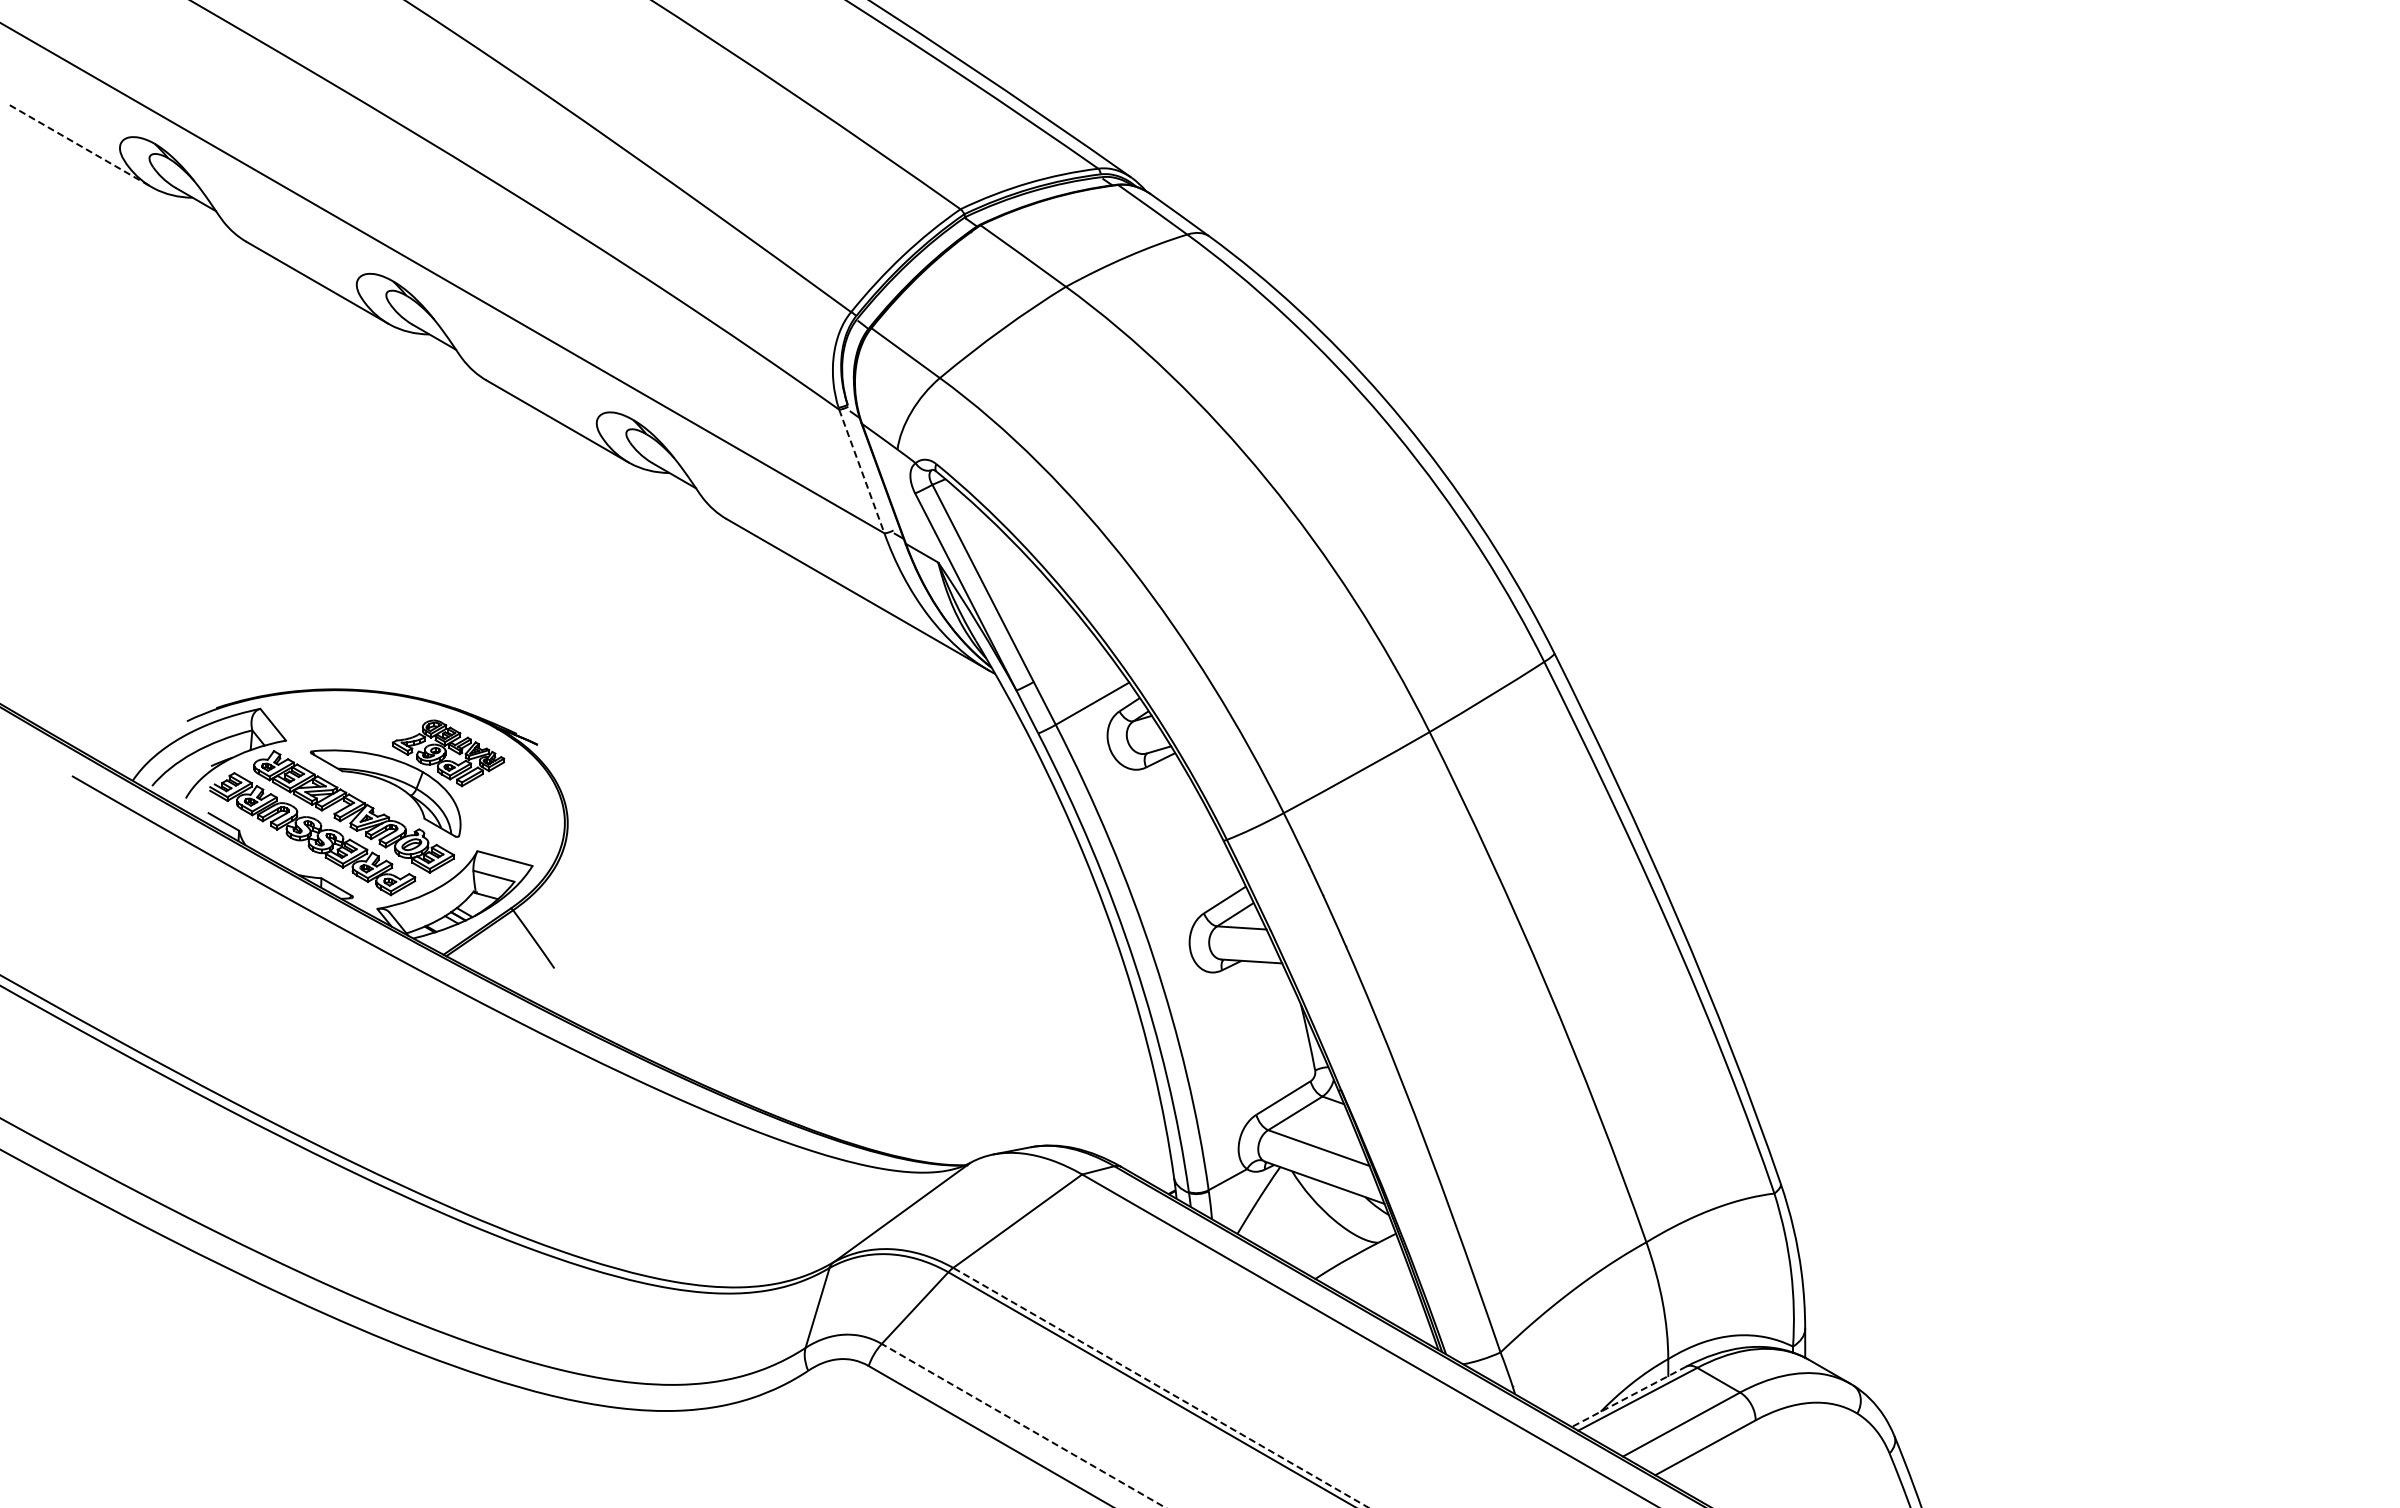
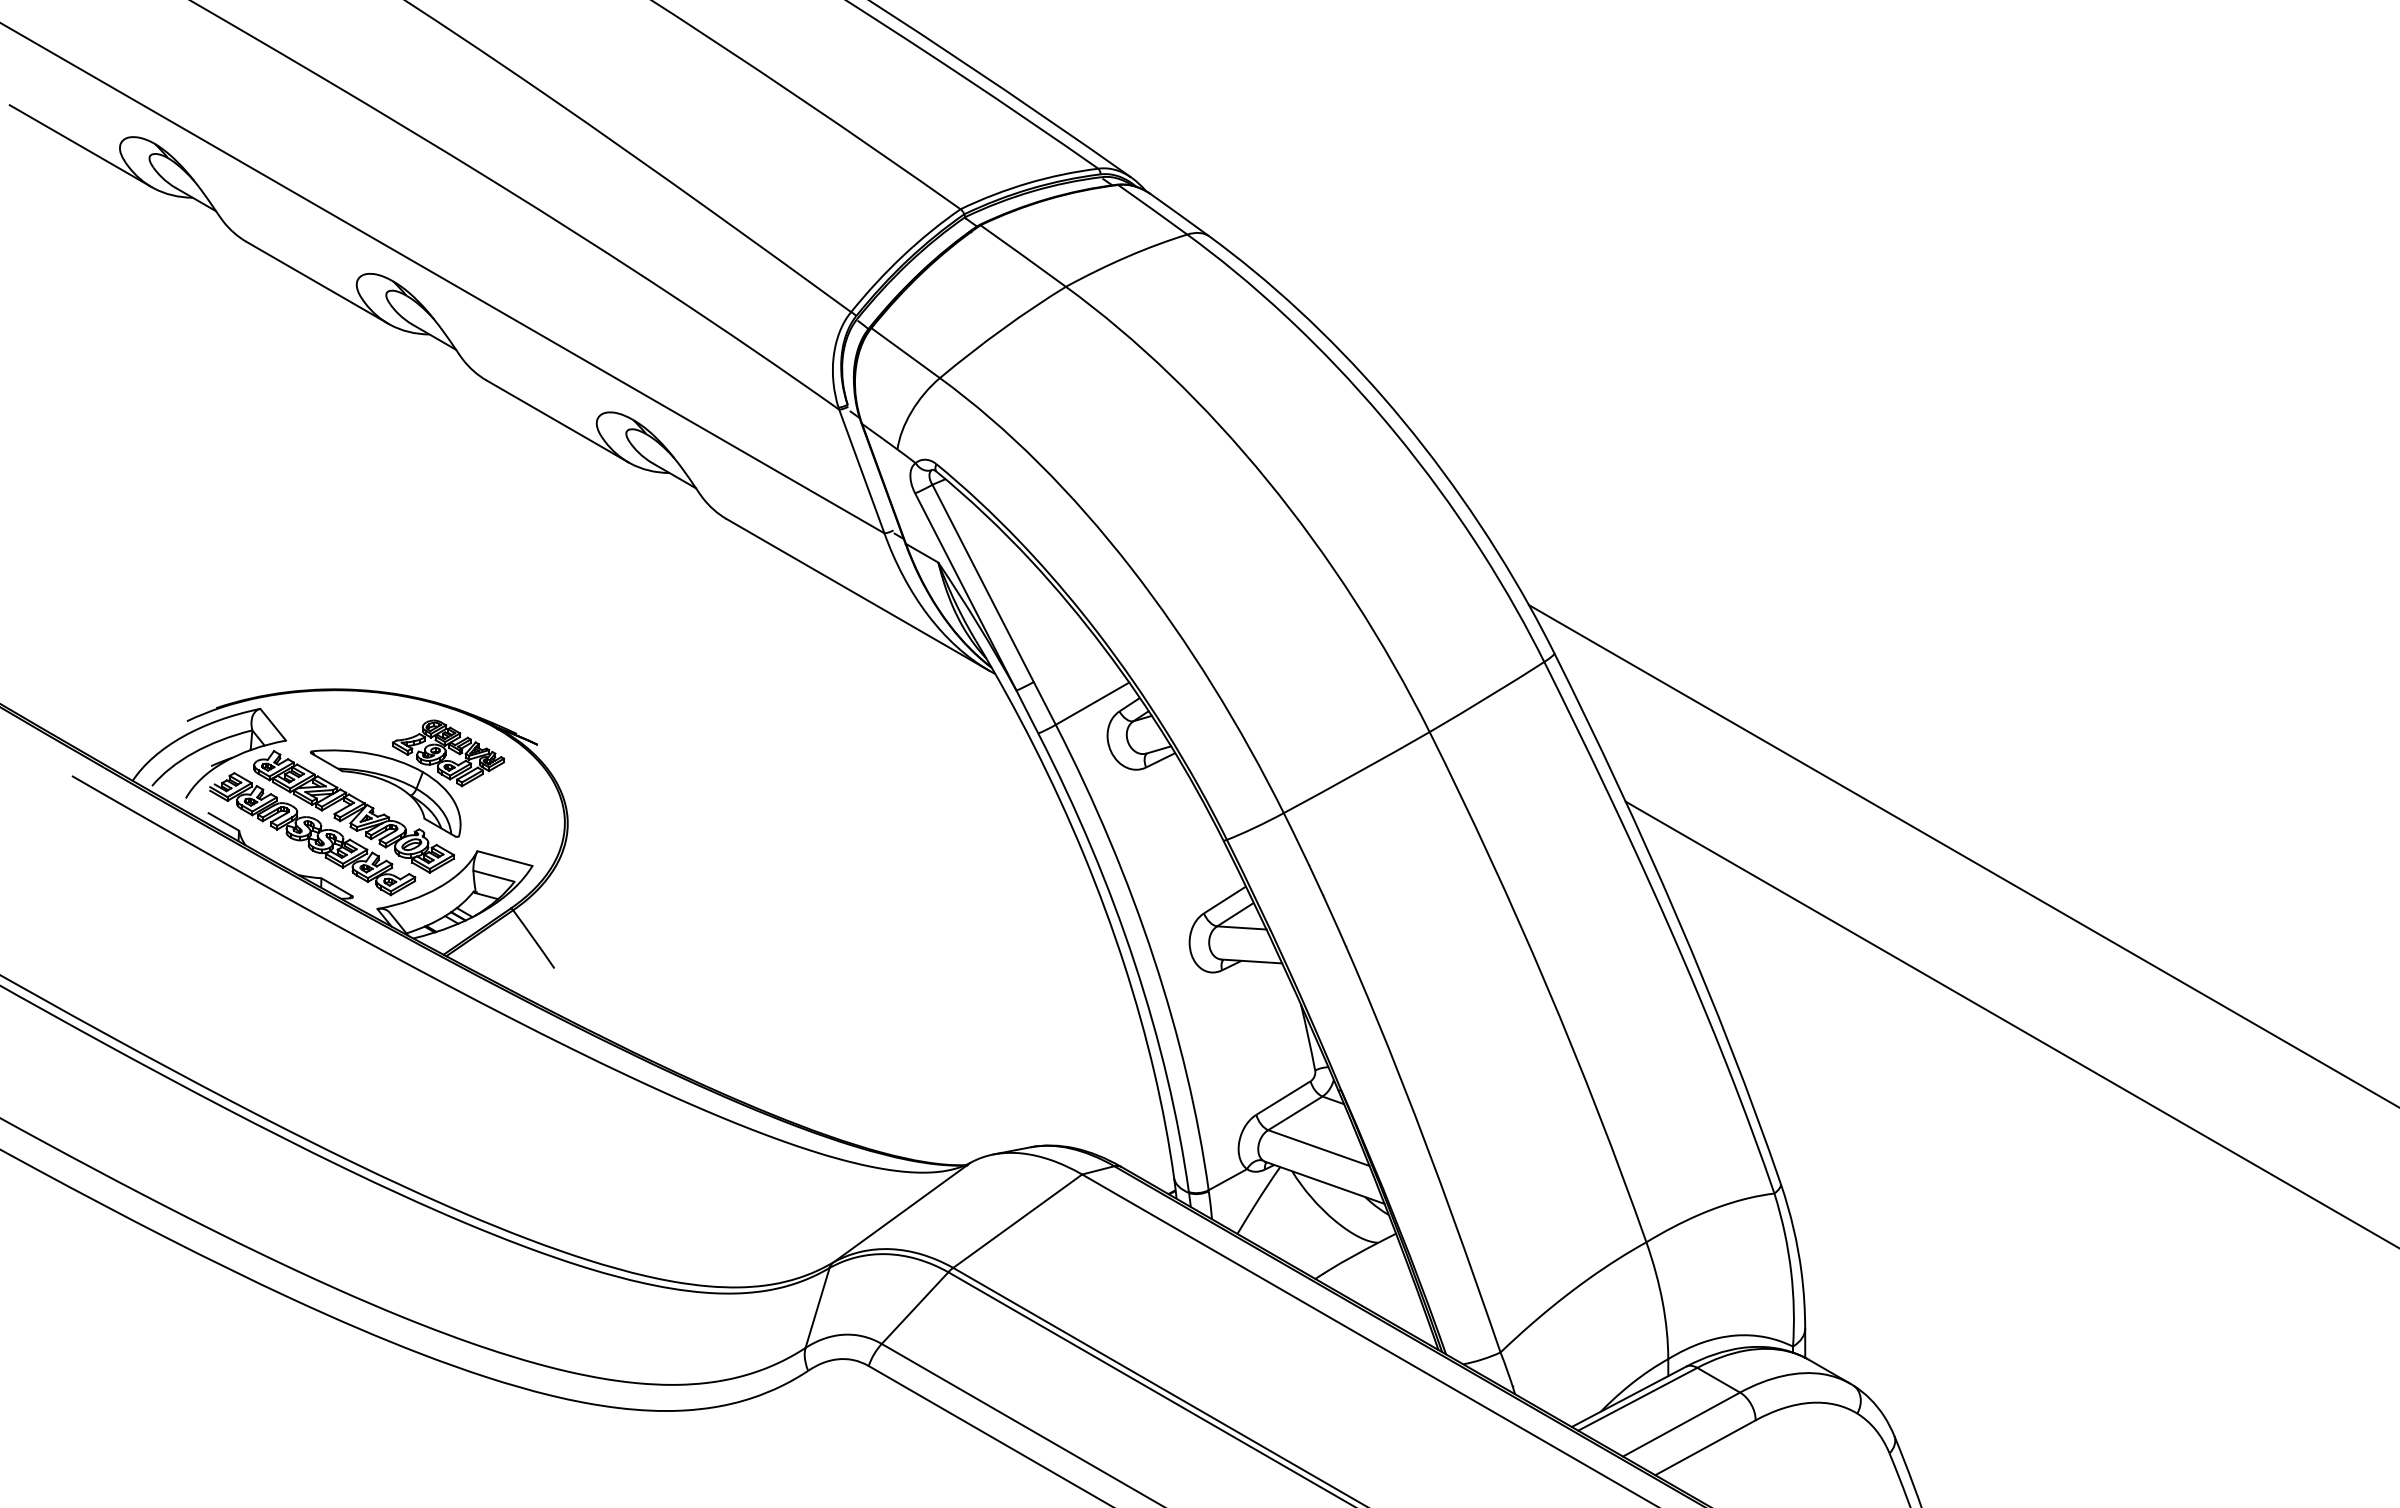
line at (80, 146): dashed -> solid
line at (861, 471): dashed -> solid
line at (1962, 855): none -> present
line at (2010, 1023): none -> present
line at (1161, 1387): dashed -> solid
line at (1629, 1396): dashed -> solid
line at (1023, 1425): dashed -> solid
